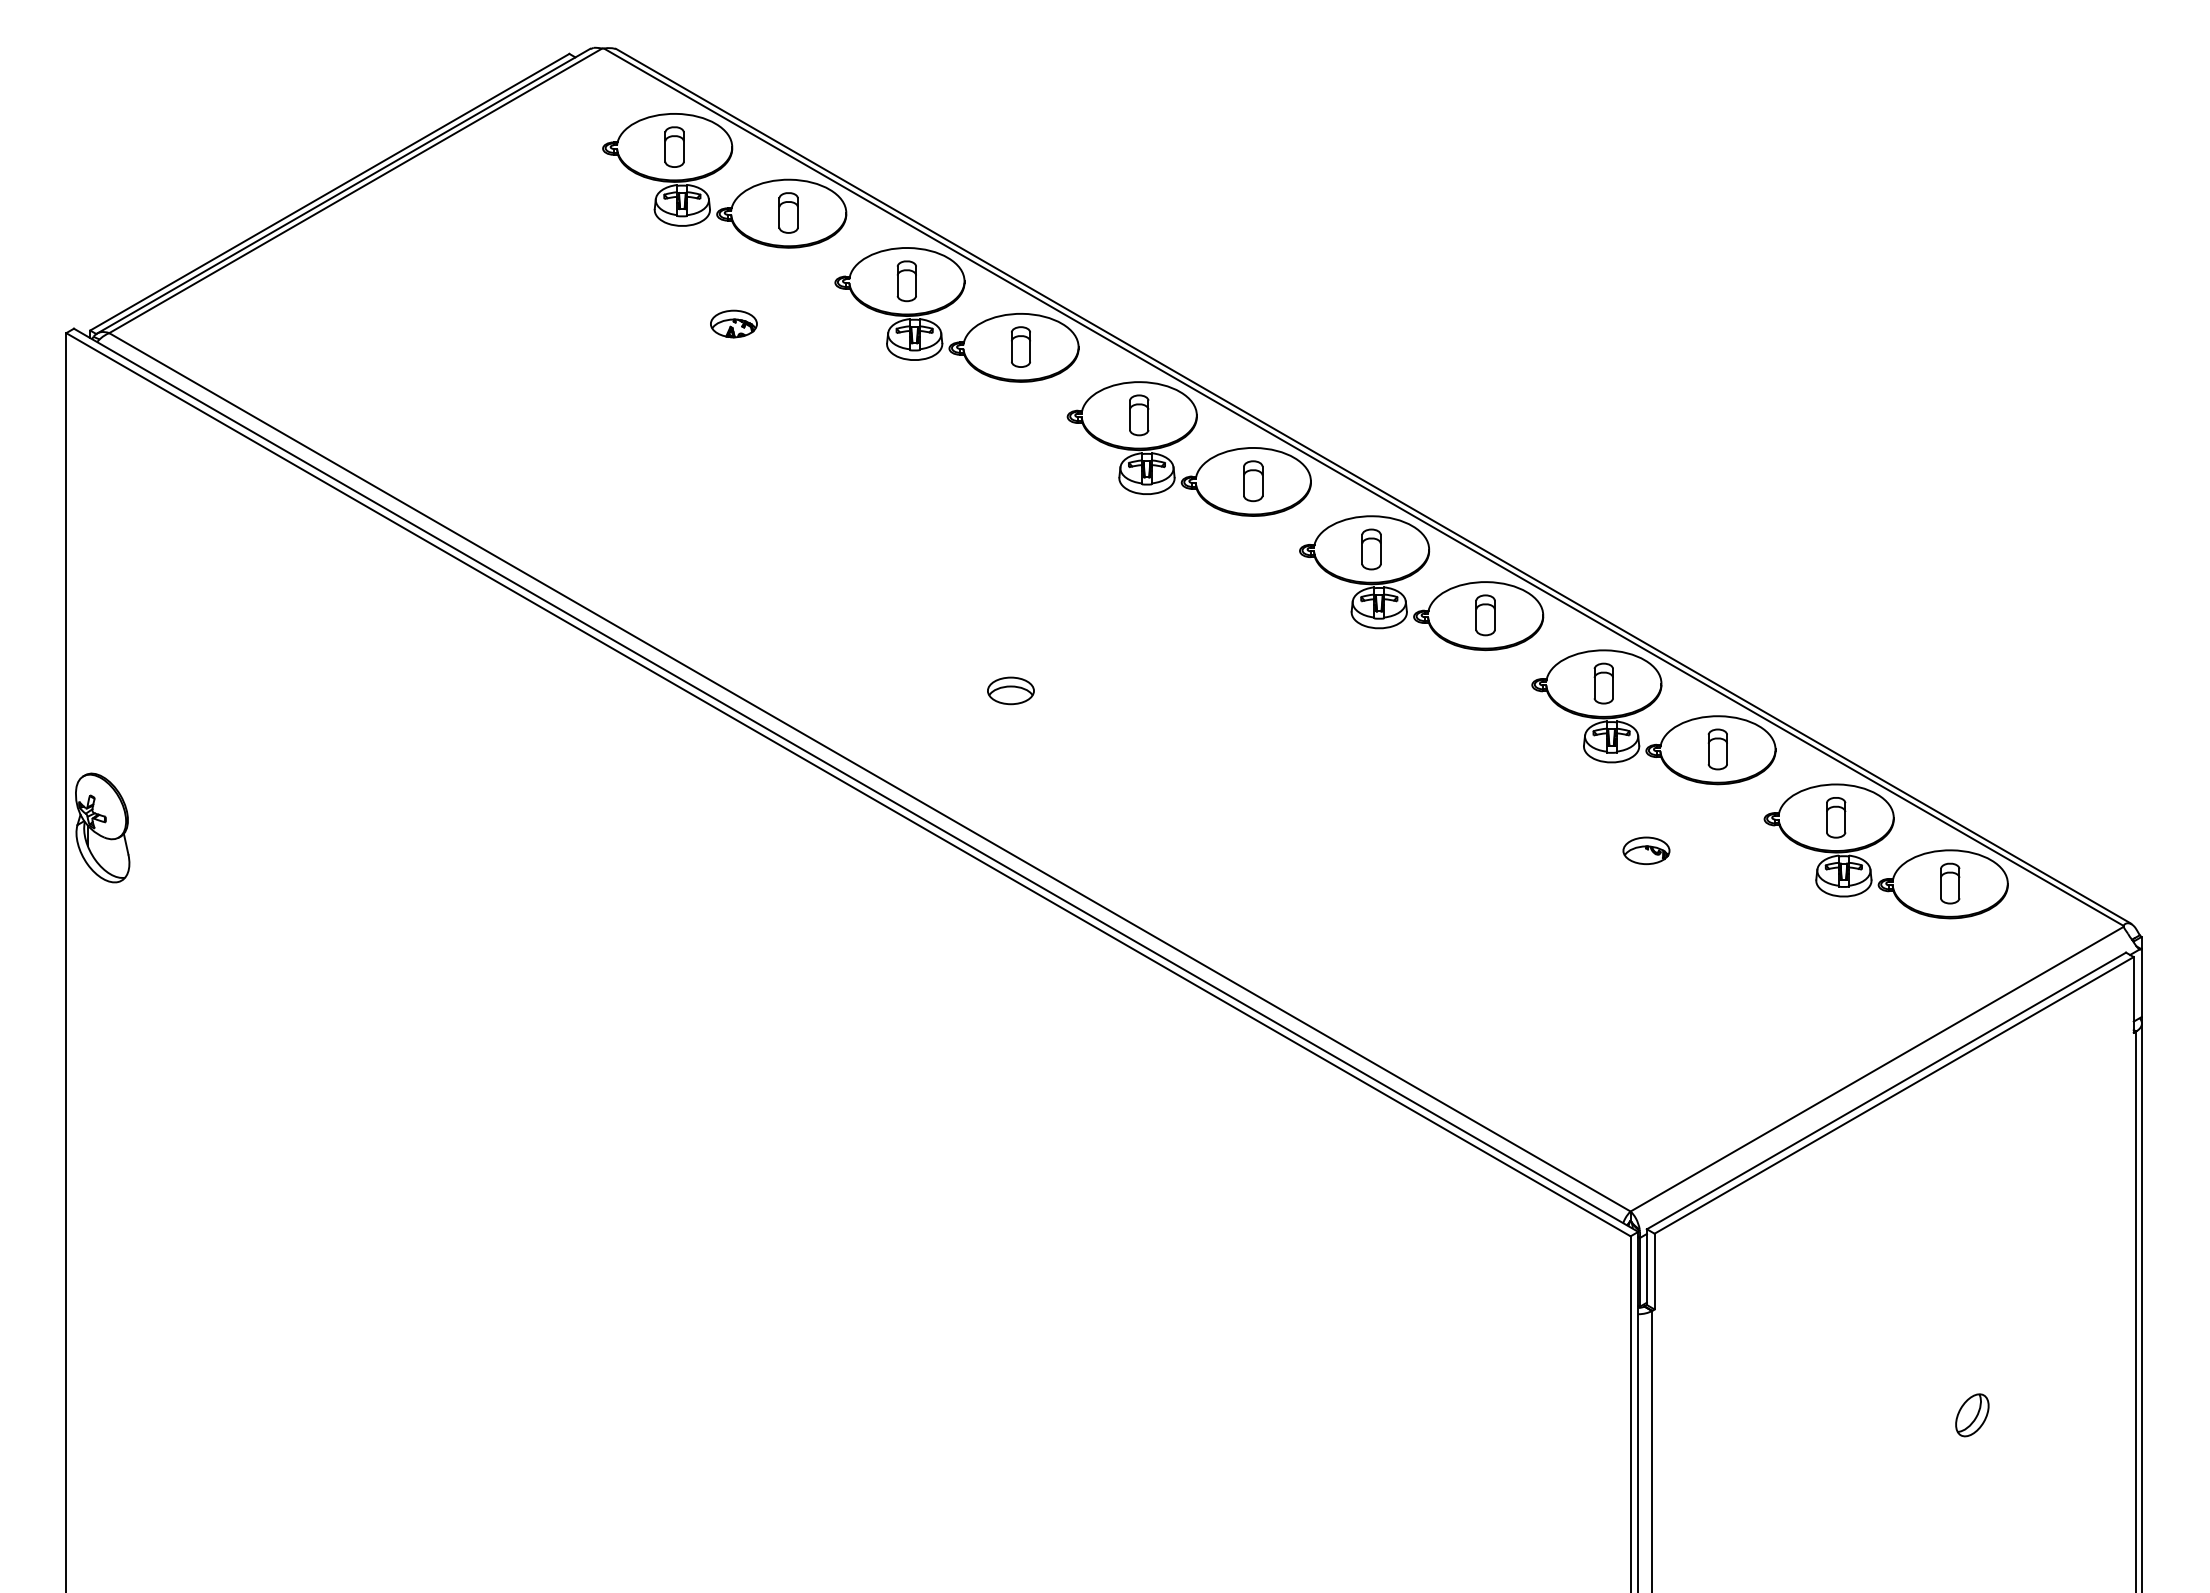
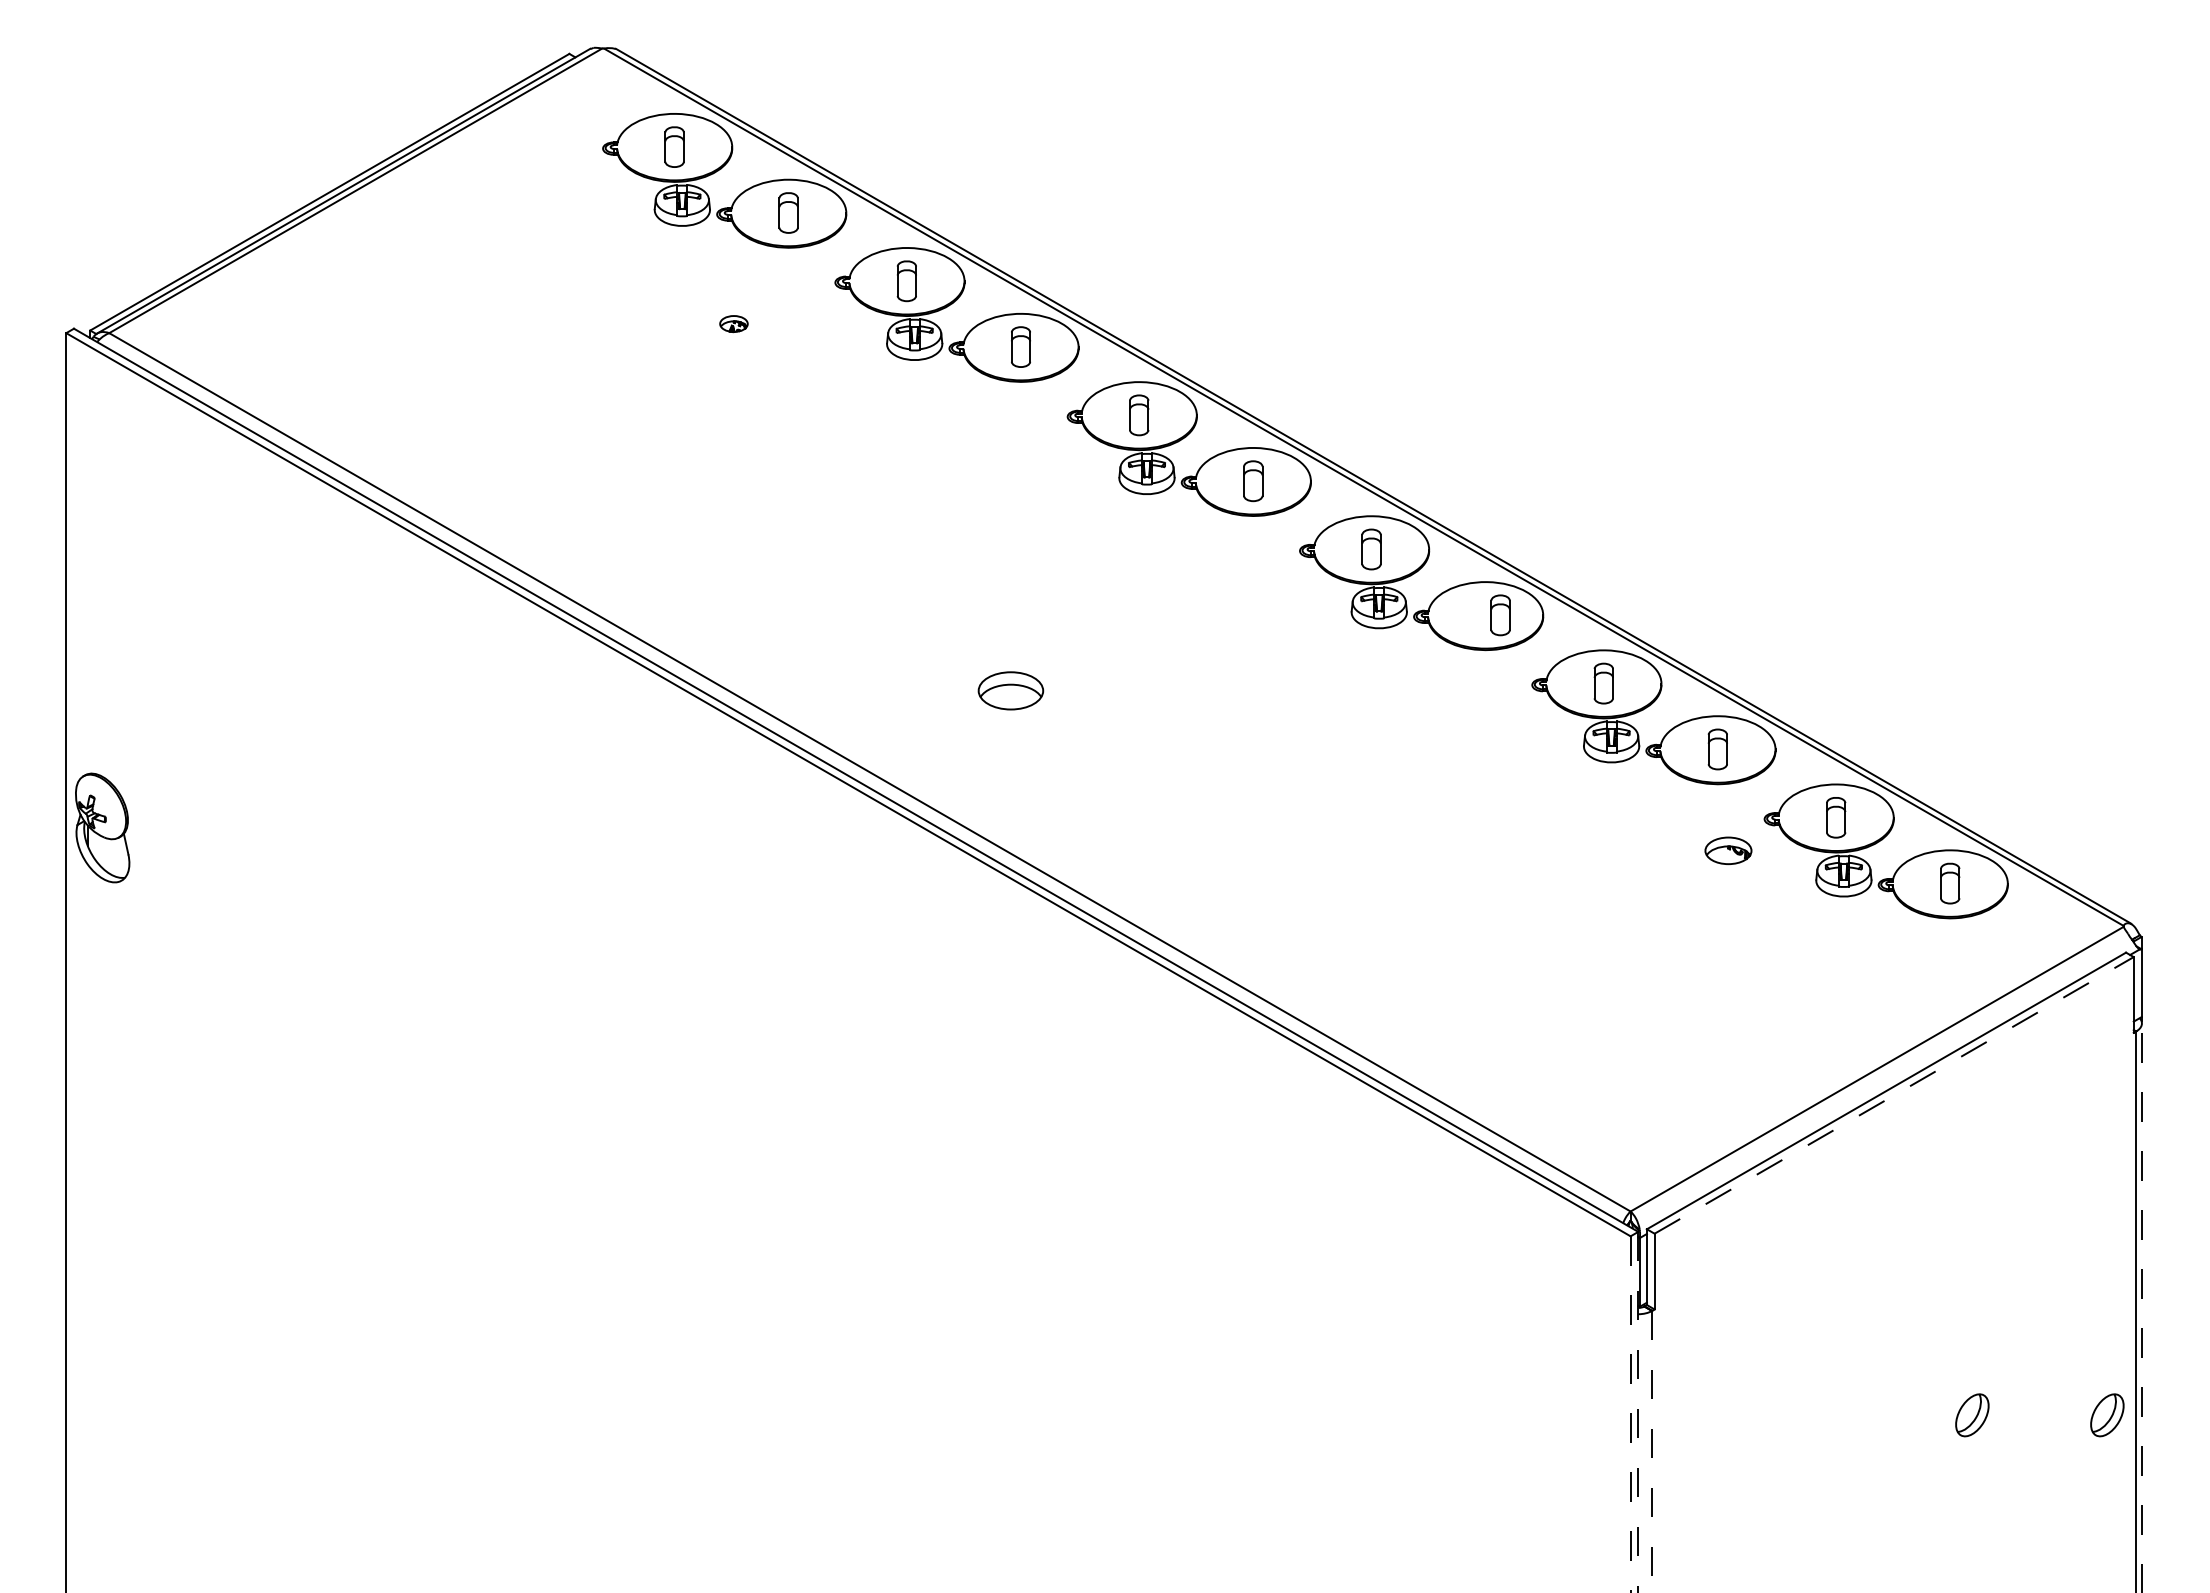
part at (733, 323) size: 48x30 px -> 30x19 px
part at (1485, 615) position: (1485, 615) -> (1500, 615)
part at (1010, 690) size: 48x30 px -> 68x40 px
part at (1646, 850) position: (1646, 850) -> (1728, 850)
line at (1894, 1095): solid -> dashed
line at (2141, 1307): solid -> dashed
line at (1638, 1412): solid -> dashed
line at (1630, 1414): solid -> dashed
part at (2107, 1415): none -> present
line at (1652, 1451): solid -> dashed
